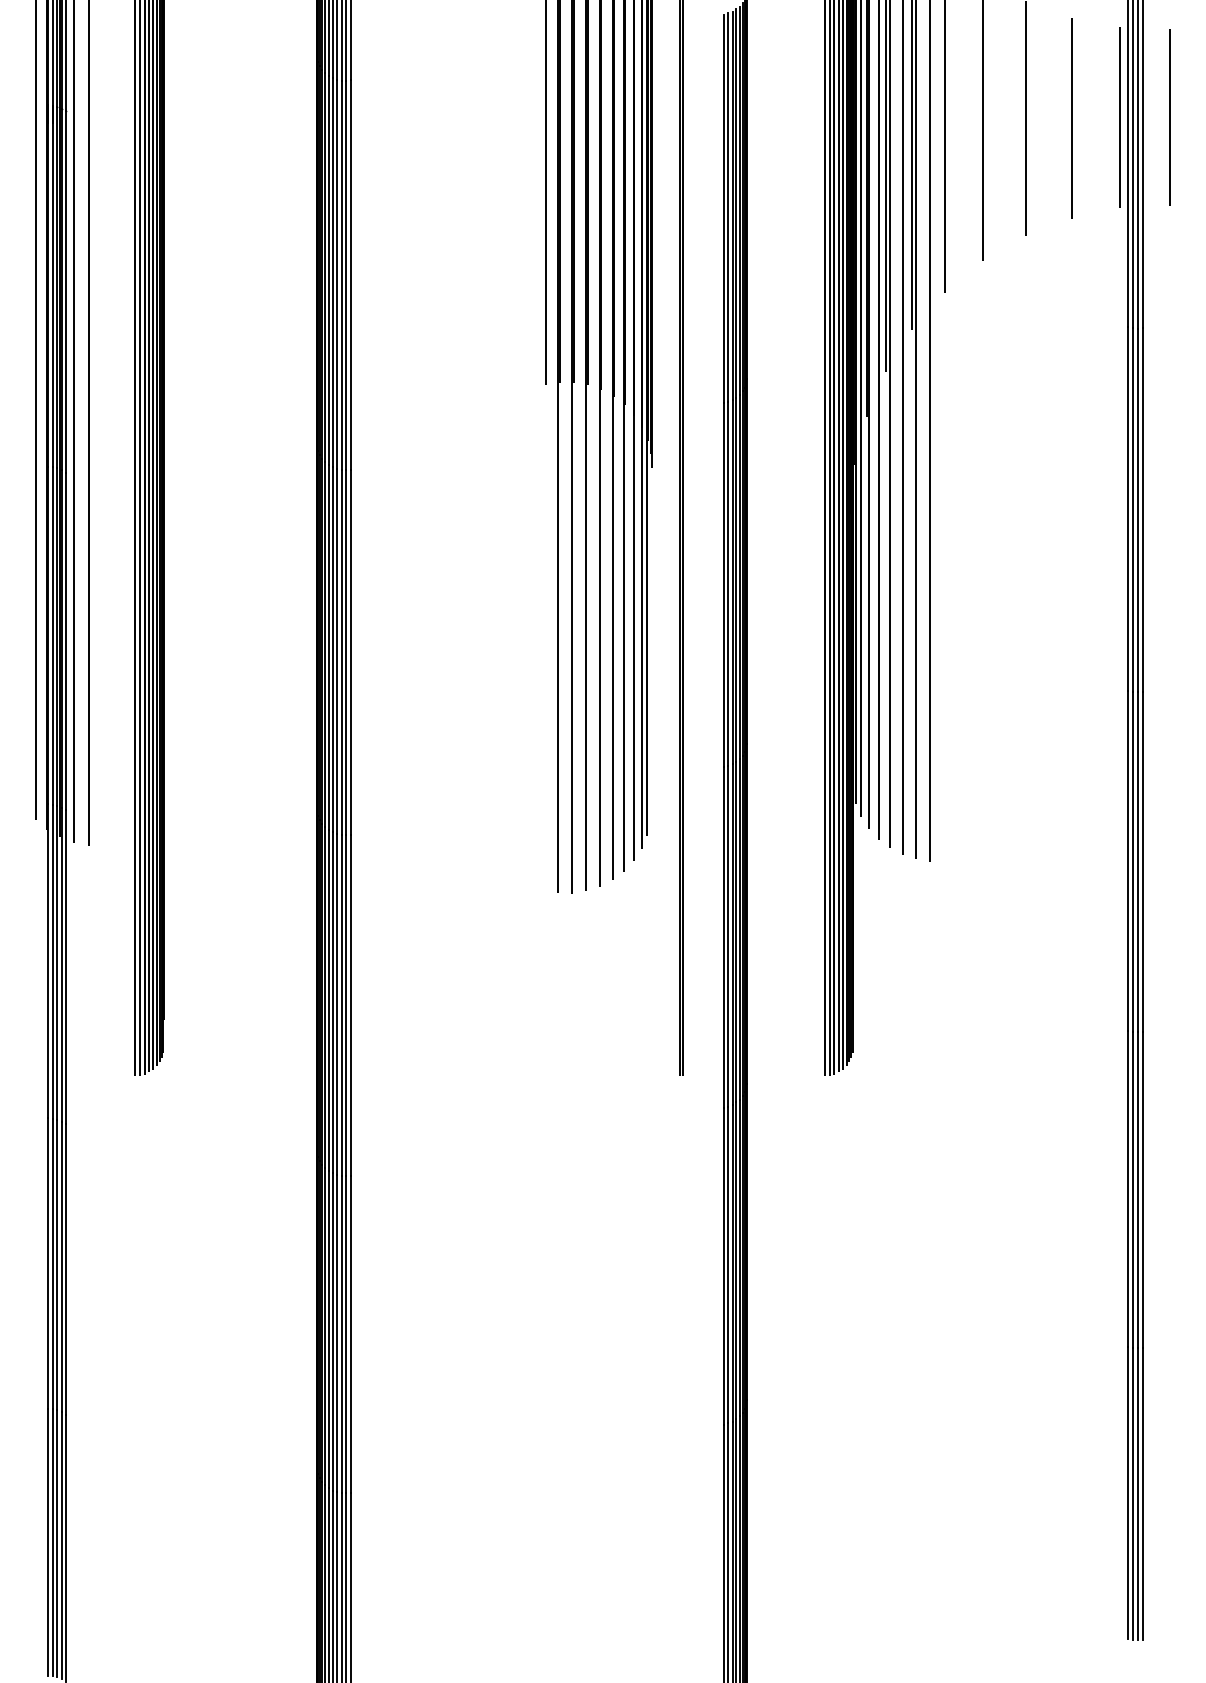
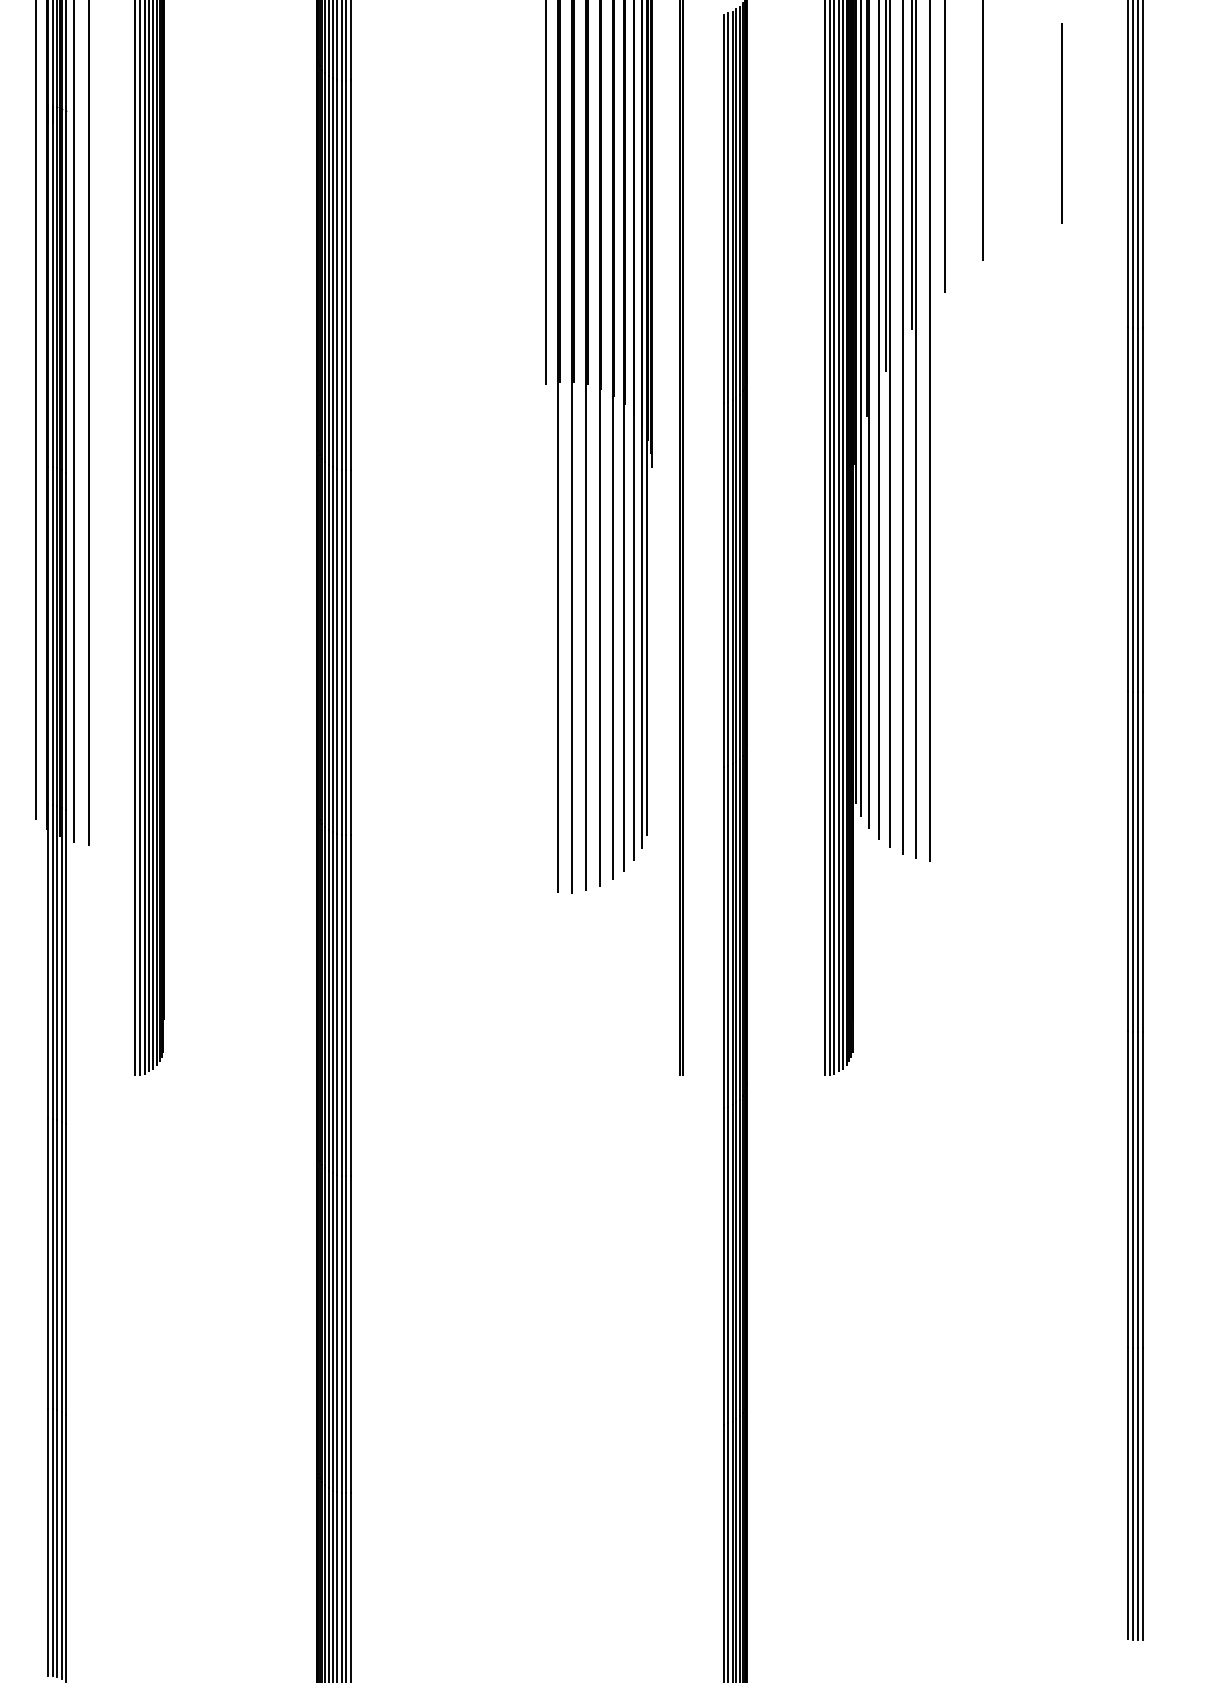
line at (1120, 117): present -> none
line at (1169, 117): present -> none
line at (1071, 118) position: (1071, 118) -> (1061, 123)
line at (1025, 119): present -> none
